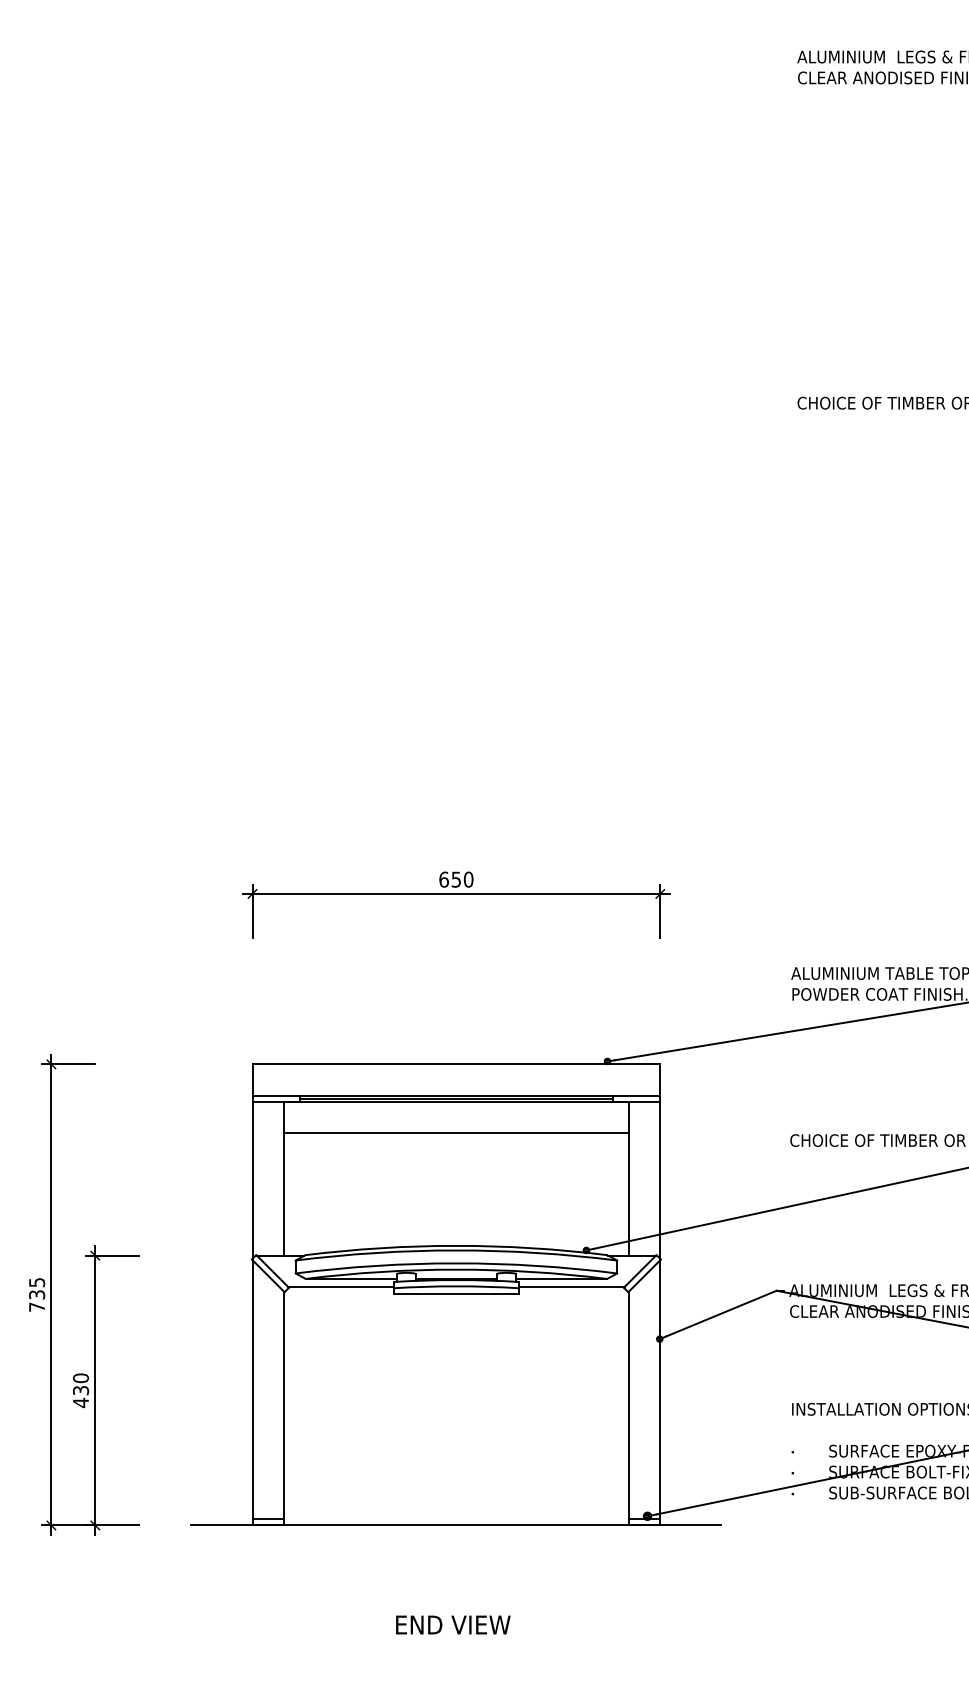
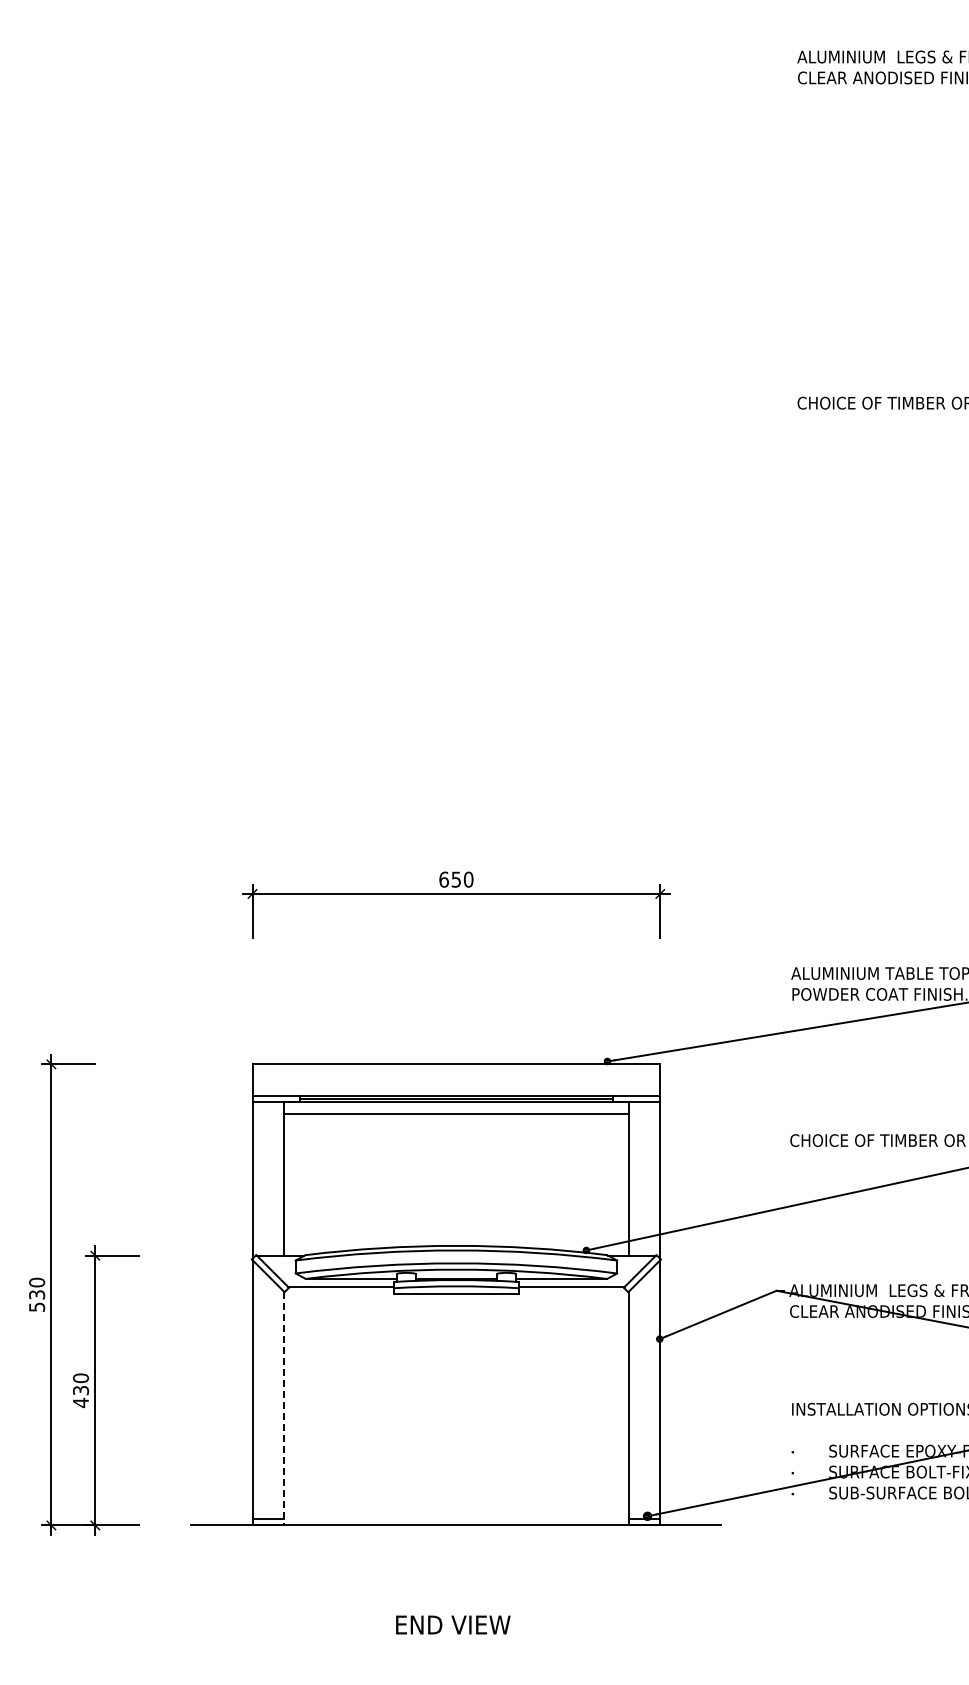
line at (455, 1133) position: (455, 1133) -> (455, 1114)
text at (37, 1294): 735 -> 530
line at (283, 1408): solid -> dashed
